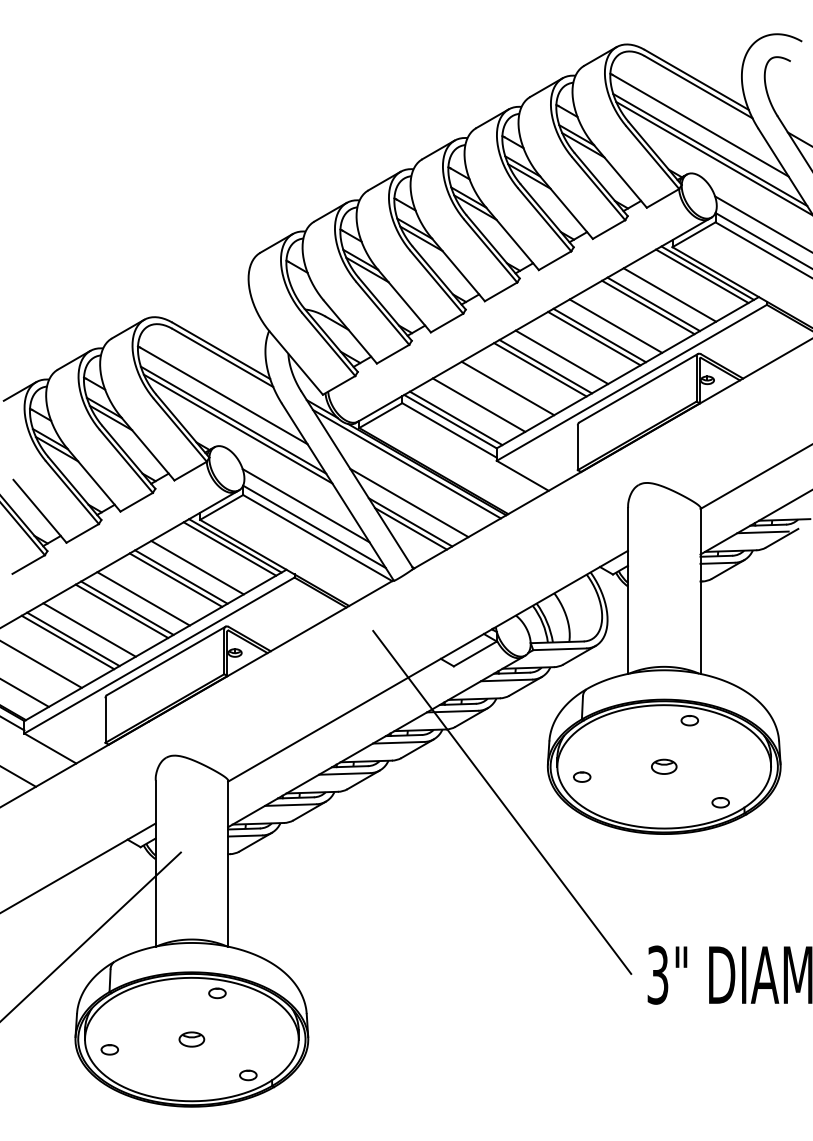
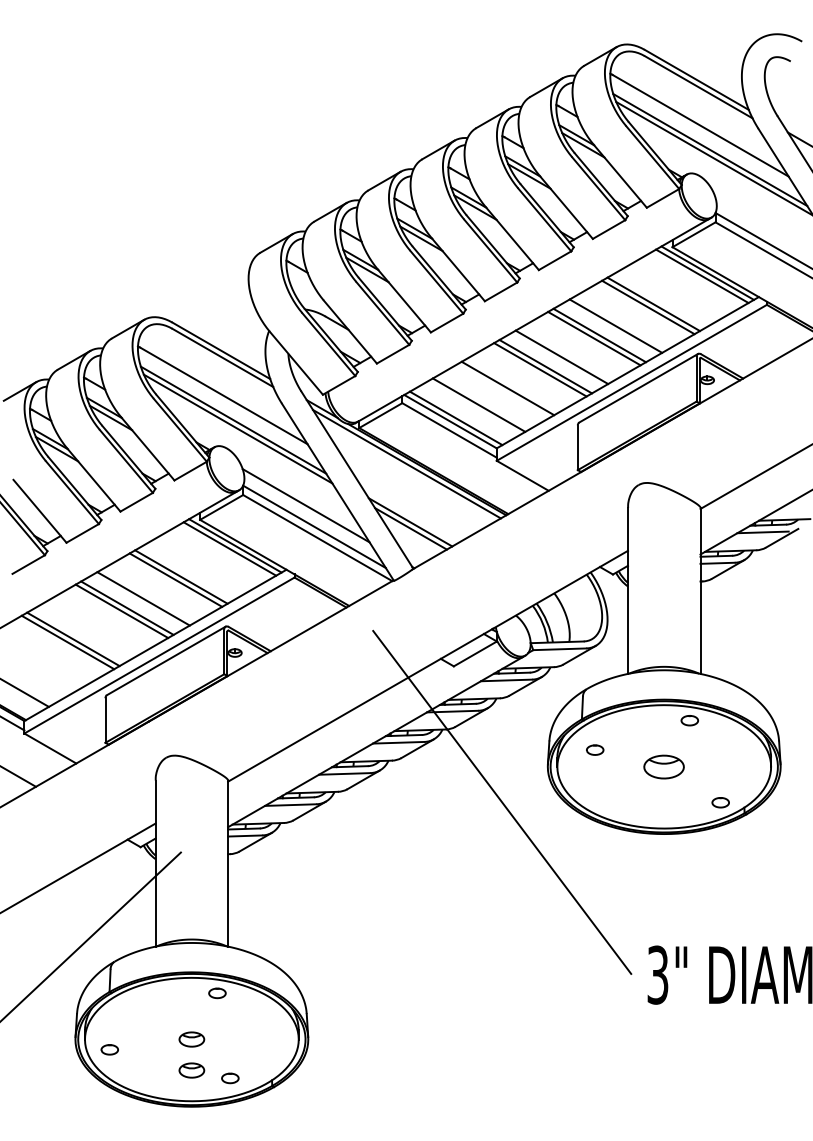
line at (762, 223): present -> none
line at (669, 294): present -> none
line at (409, 502): present -> none
line at (197, 567): present -> none
line at (89, 629): present -> none
line at (41, 664): present -> none
part at (664, 766) size: 27x17 px -> 42x26 px
part at (582, 776) position: (582, 776) -> (595, 749)
part at (191, 1070): none -> present
part at (248, 1075) position: (248, 1075) -> (230, 1078)
